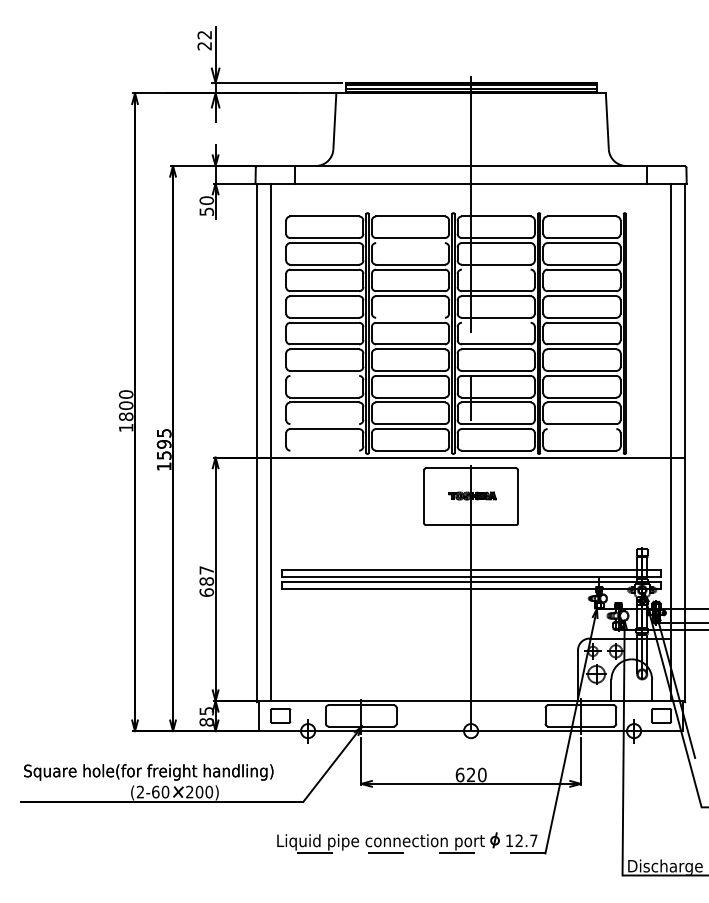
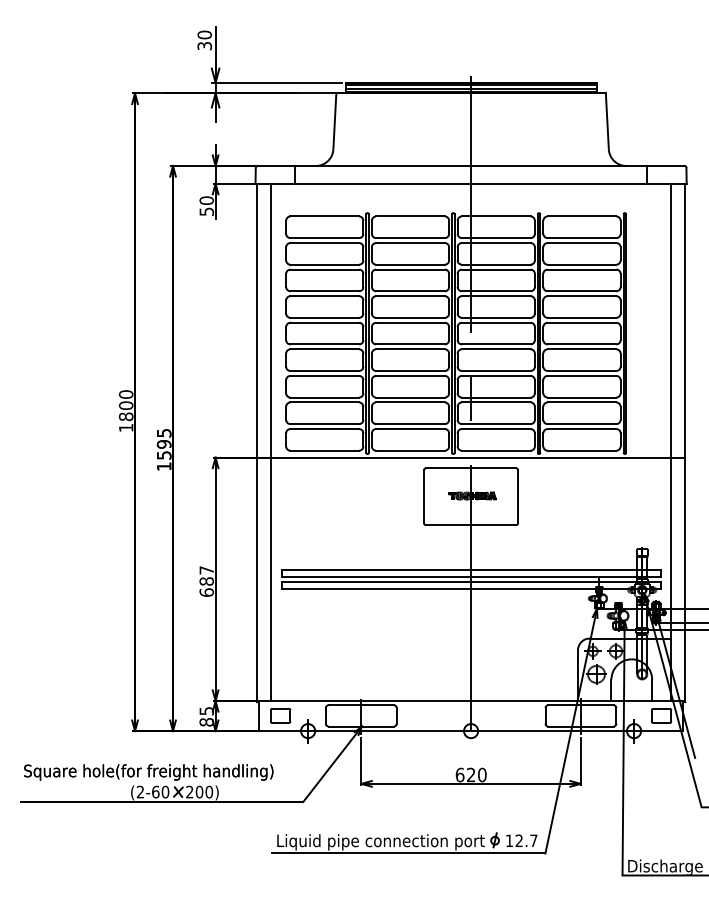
text at (204, 40): 22 -> 30
line at (410, 243): none -> present
line at (495, 269): none -> present
line at (410, 317): none -> present
line at (495, 322): none -> present
line at (324, 375): none -> present
line at (324, 424): none -> present
line at (581, 429): none -> present
line at (324, 450): none -> present
line at (408, 853): dashed -> solid
